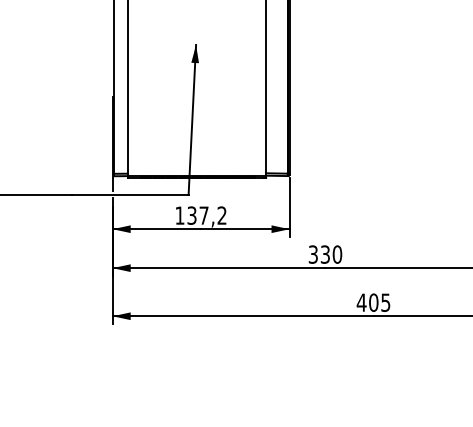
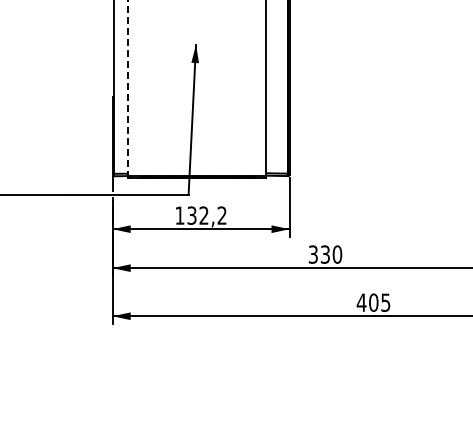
line at (128, 89): solid -> dashed
text at (203, 215): 137,2 -> 132,2
